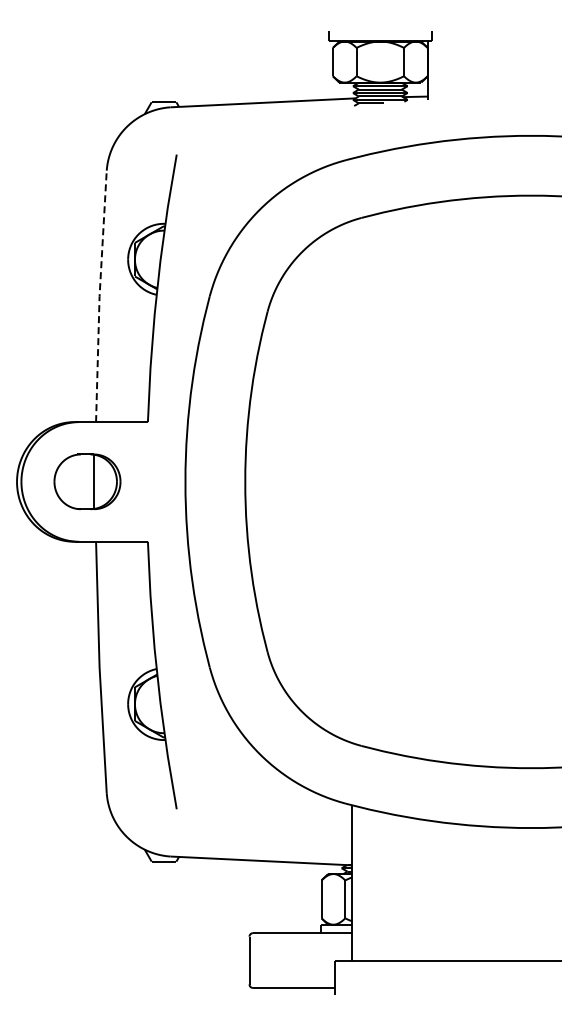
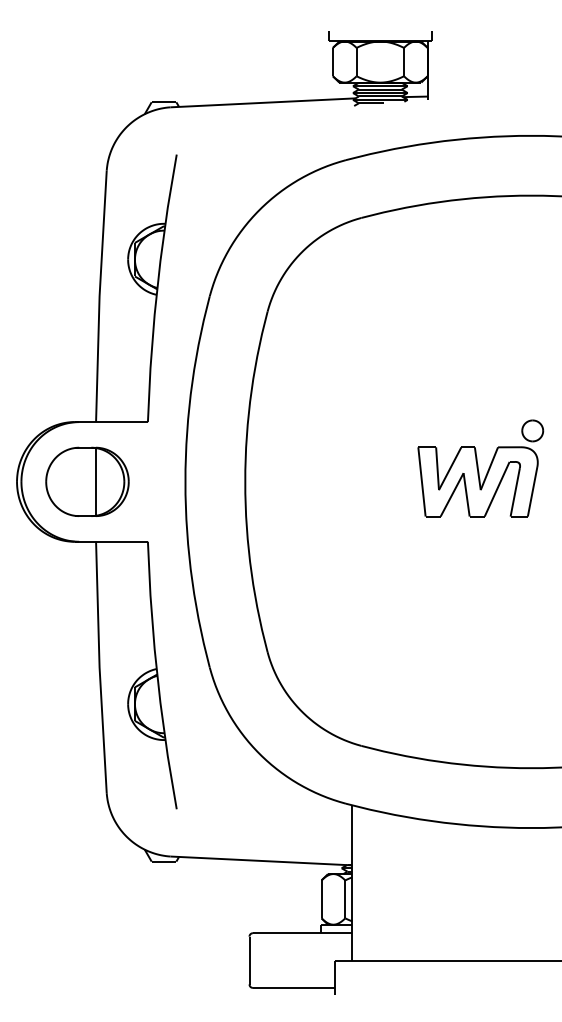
line at (99, 296): dashed -> solid
part at (480, 468): none -> present
part at (87, 481) size: 69x58 px -> 85x71 px
